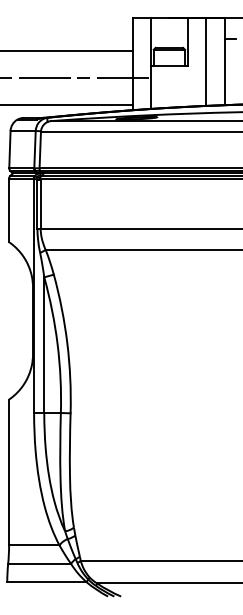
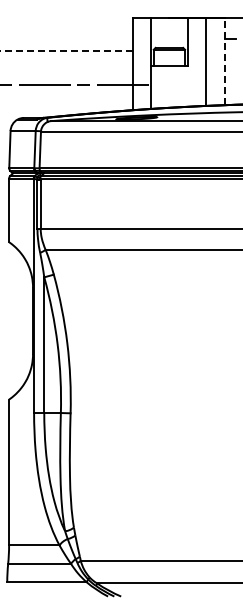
line at (66, 50): solid -> dashed
line at (224, 61): solid -> dashed
line at (75, 77) position: (75, 77) -> (75, 84)
line at (67, 104): present -> none
